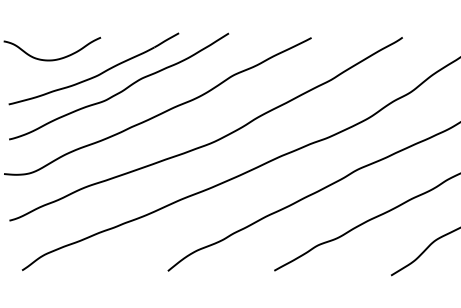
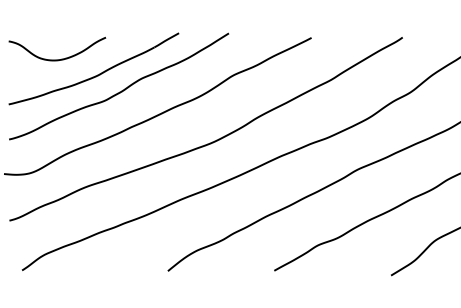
curve at (56, 58) position: (56, 58) -> (61, 58)
